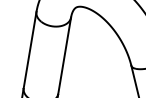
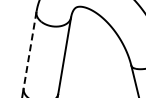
line at (30, 50): solid -> dashed
